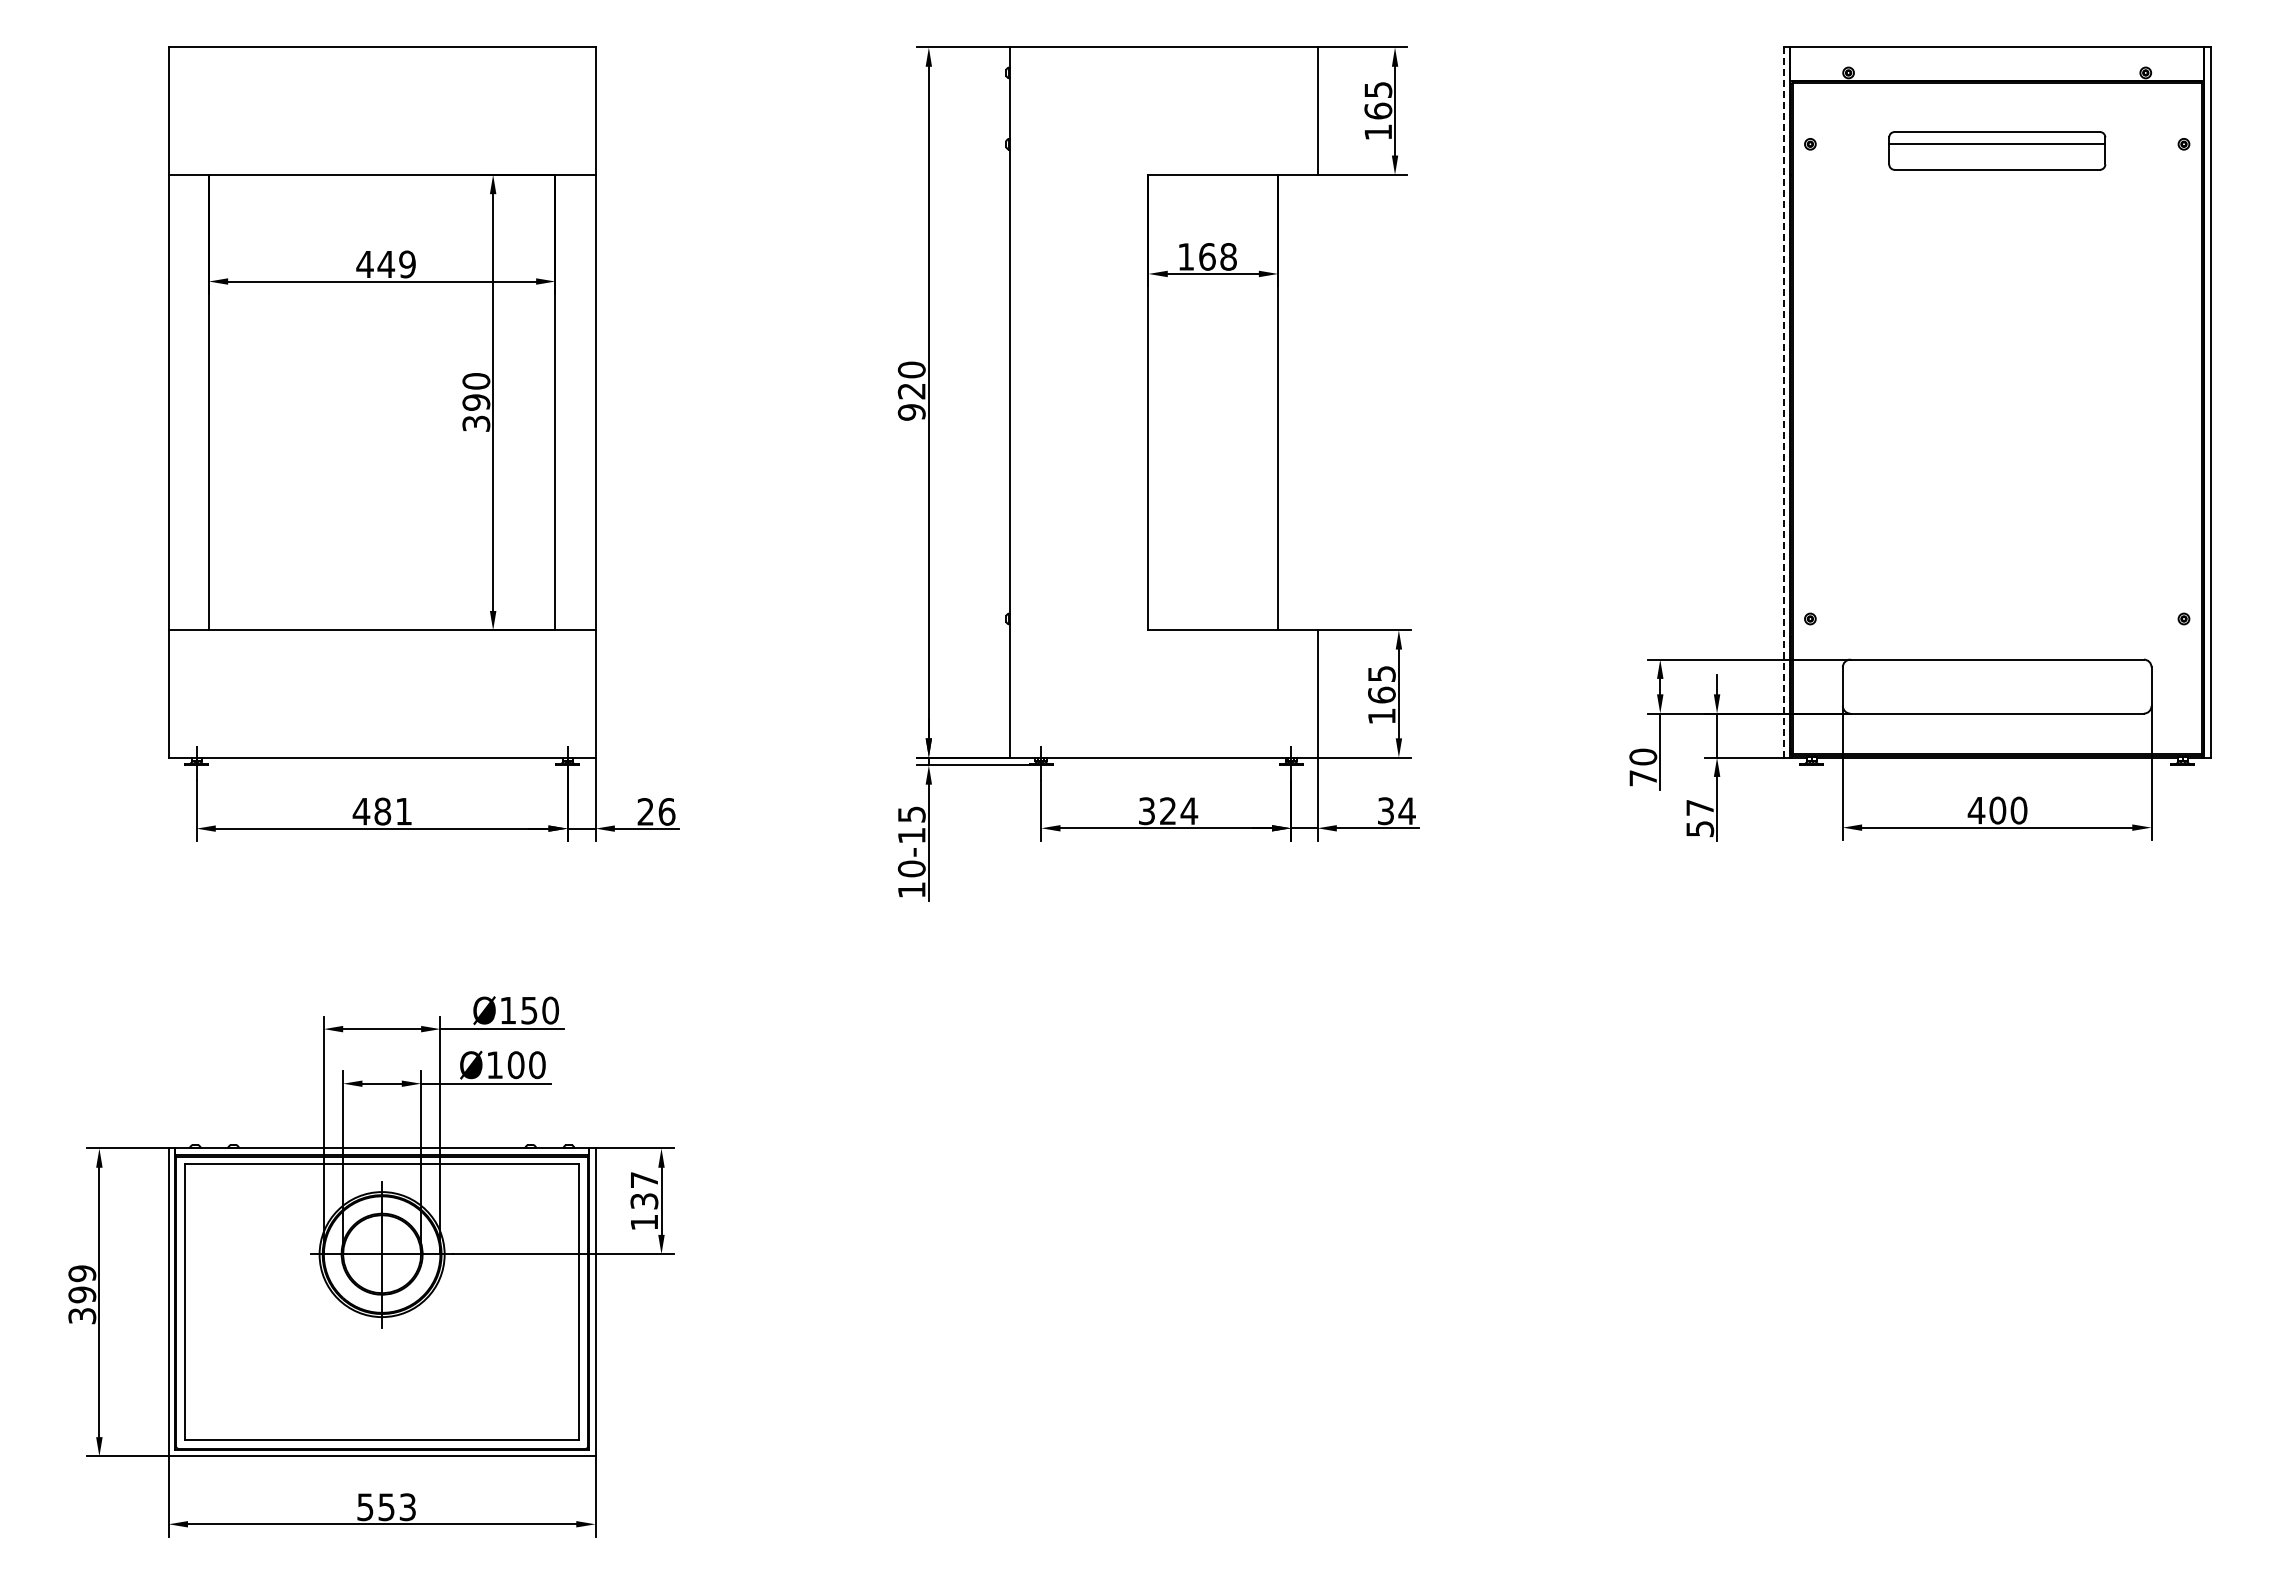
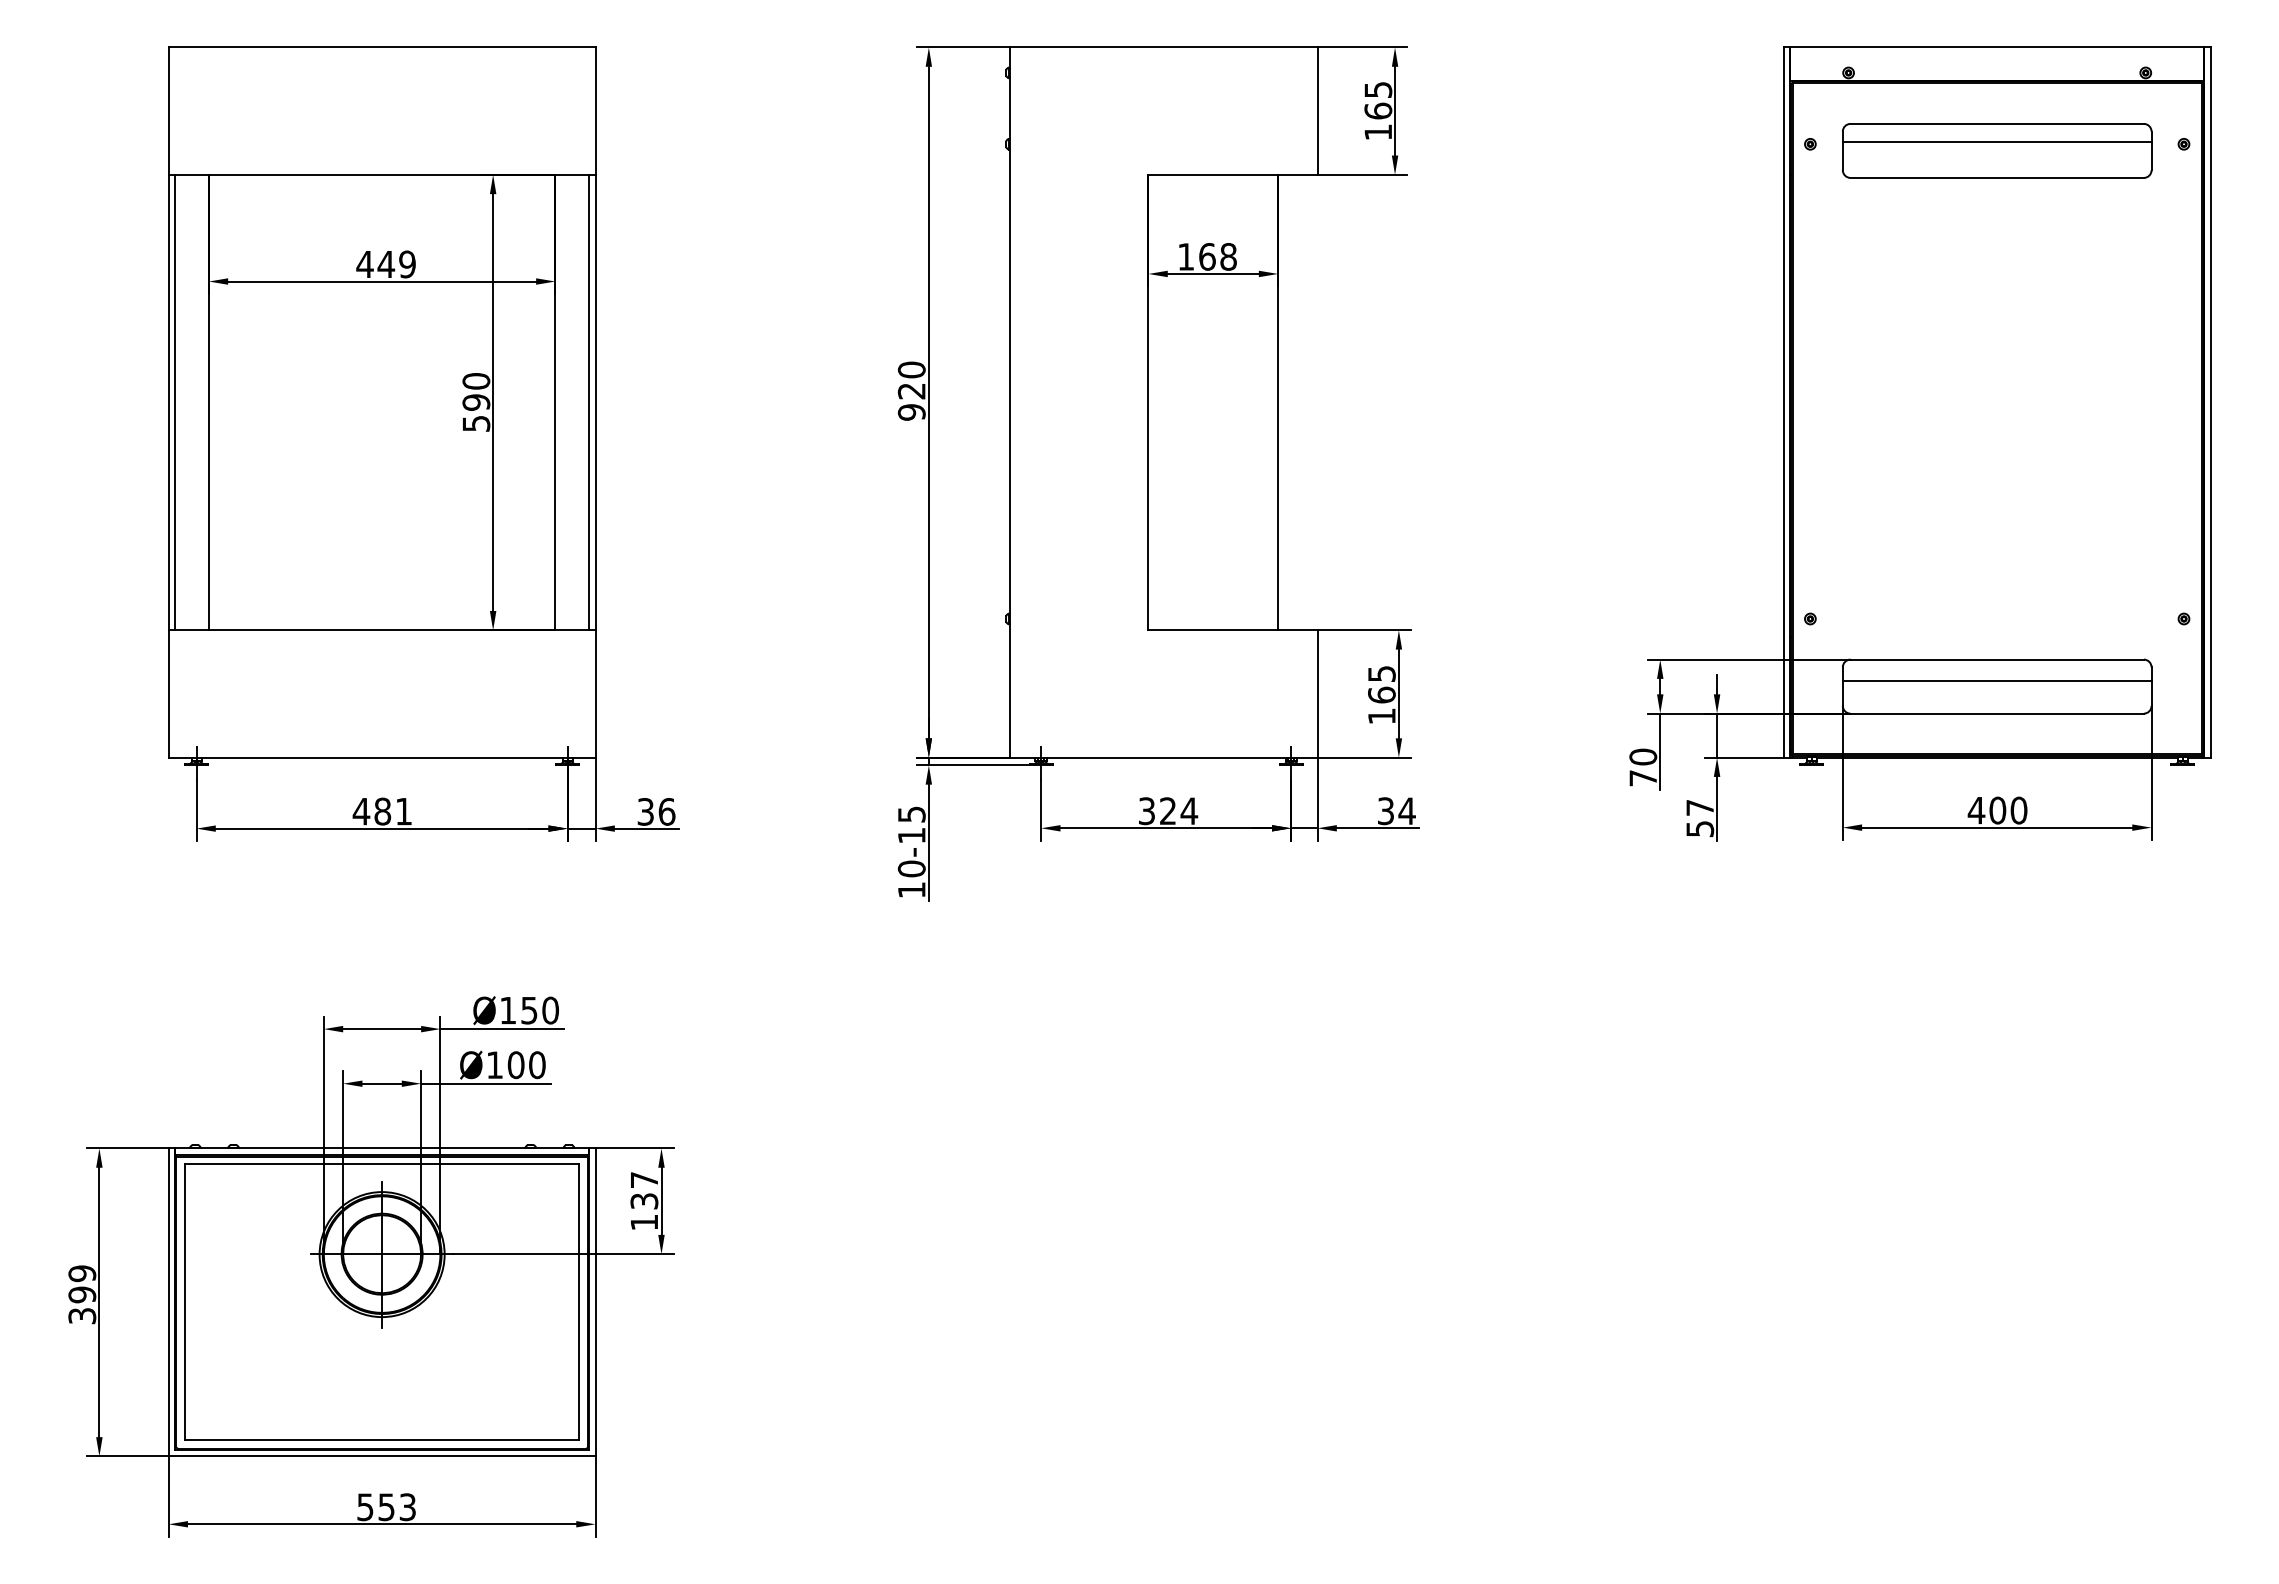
part at (1997, 150) size: 219x40 px -> 311x56 px
line at (174, 402): none -> present
line at (589, 402): none -> present
line at (1783, 403): dashed -> solid
text at (475, 423): 390 -> 590
line at (1996, 680): none -> present
text at (645, 811): 26 -> 36
